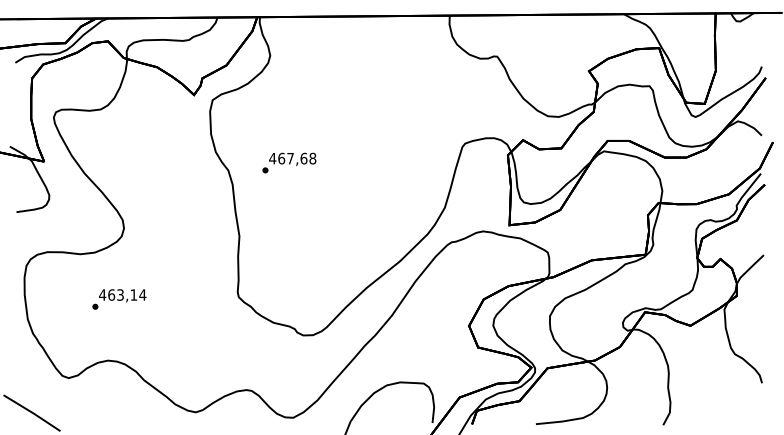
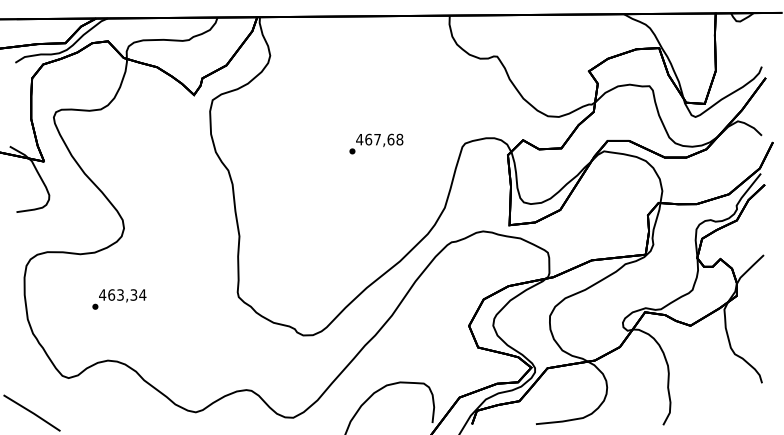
text at (289, 162) position: (289, 162) -> (376, 143)
text at (133, 294): 463,14 -> 463,34
